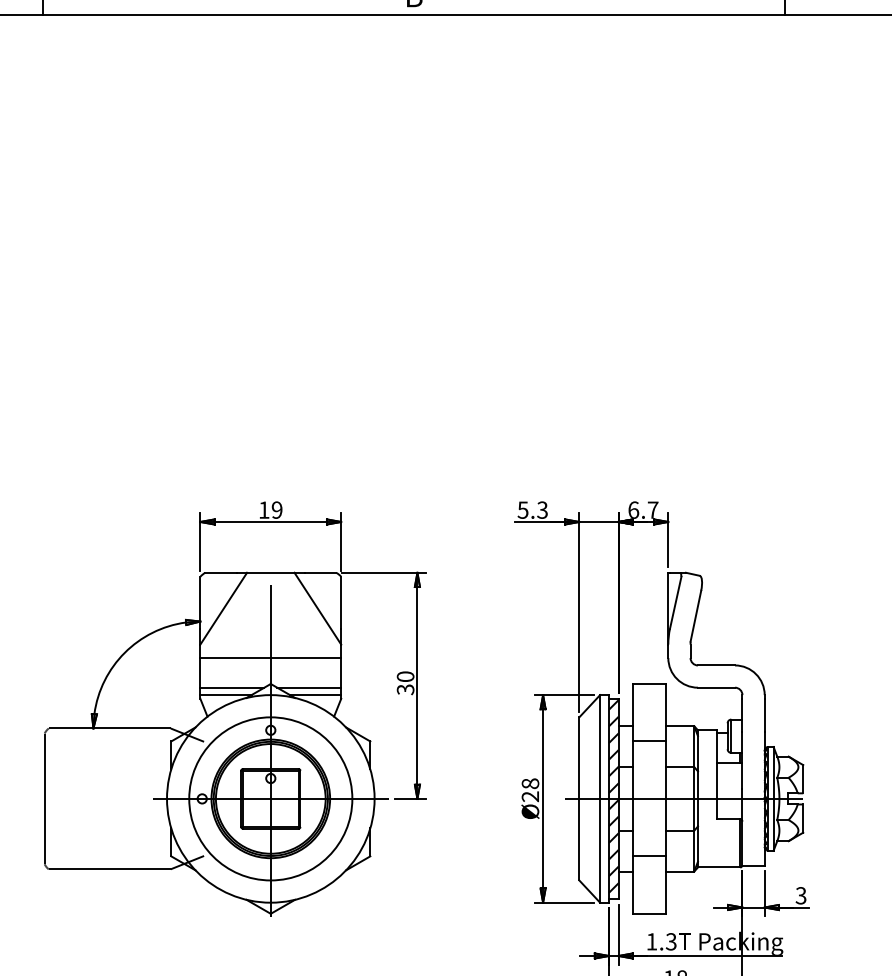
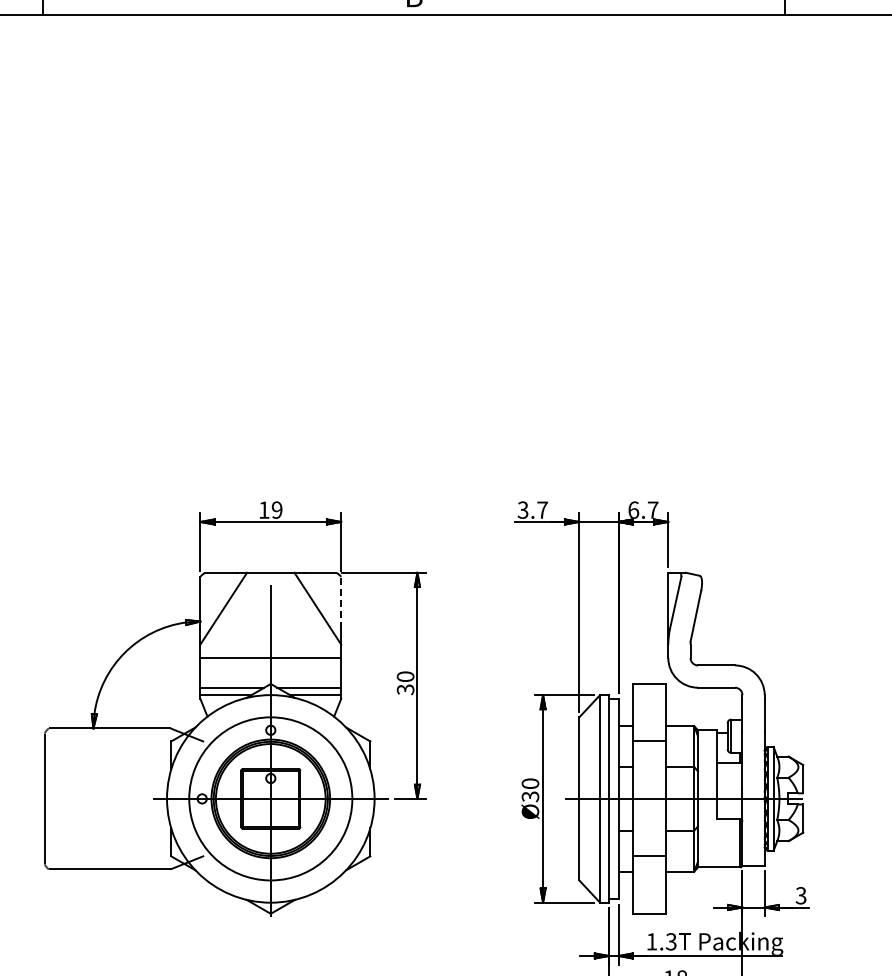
text at (532, 509): 5.3 -> 3.7
line at (341, 602): solid -> dashed
text at (530, 790): 28 -> 30
hatch at (613, 796): present -> none
